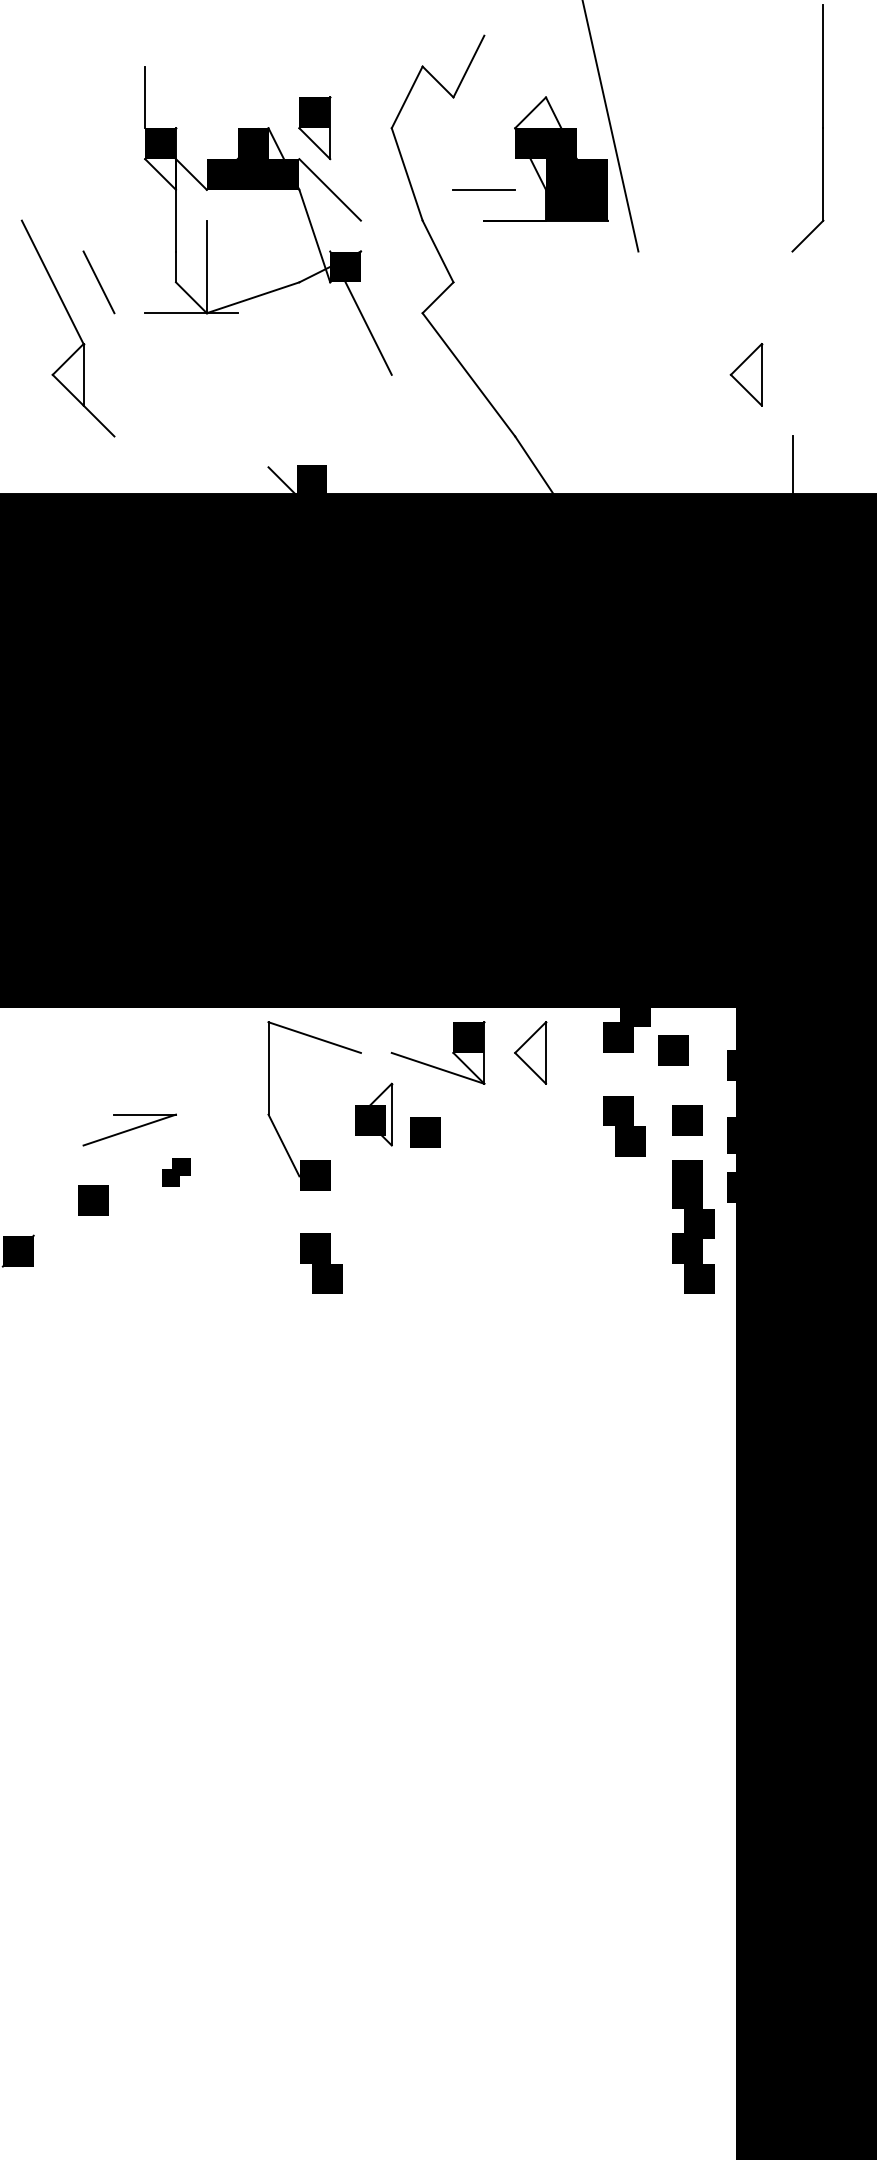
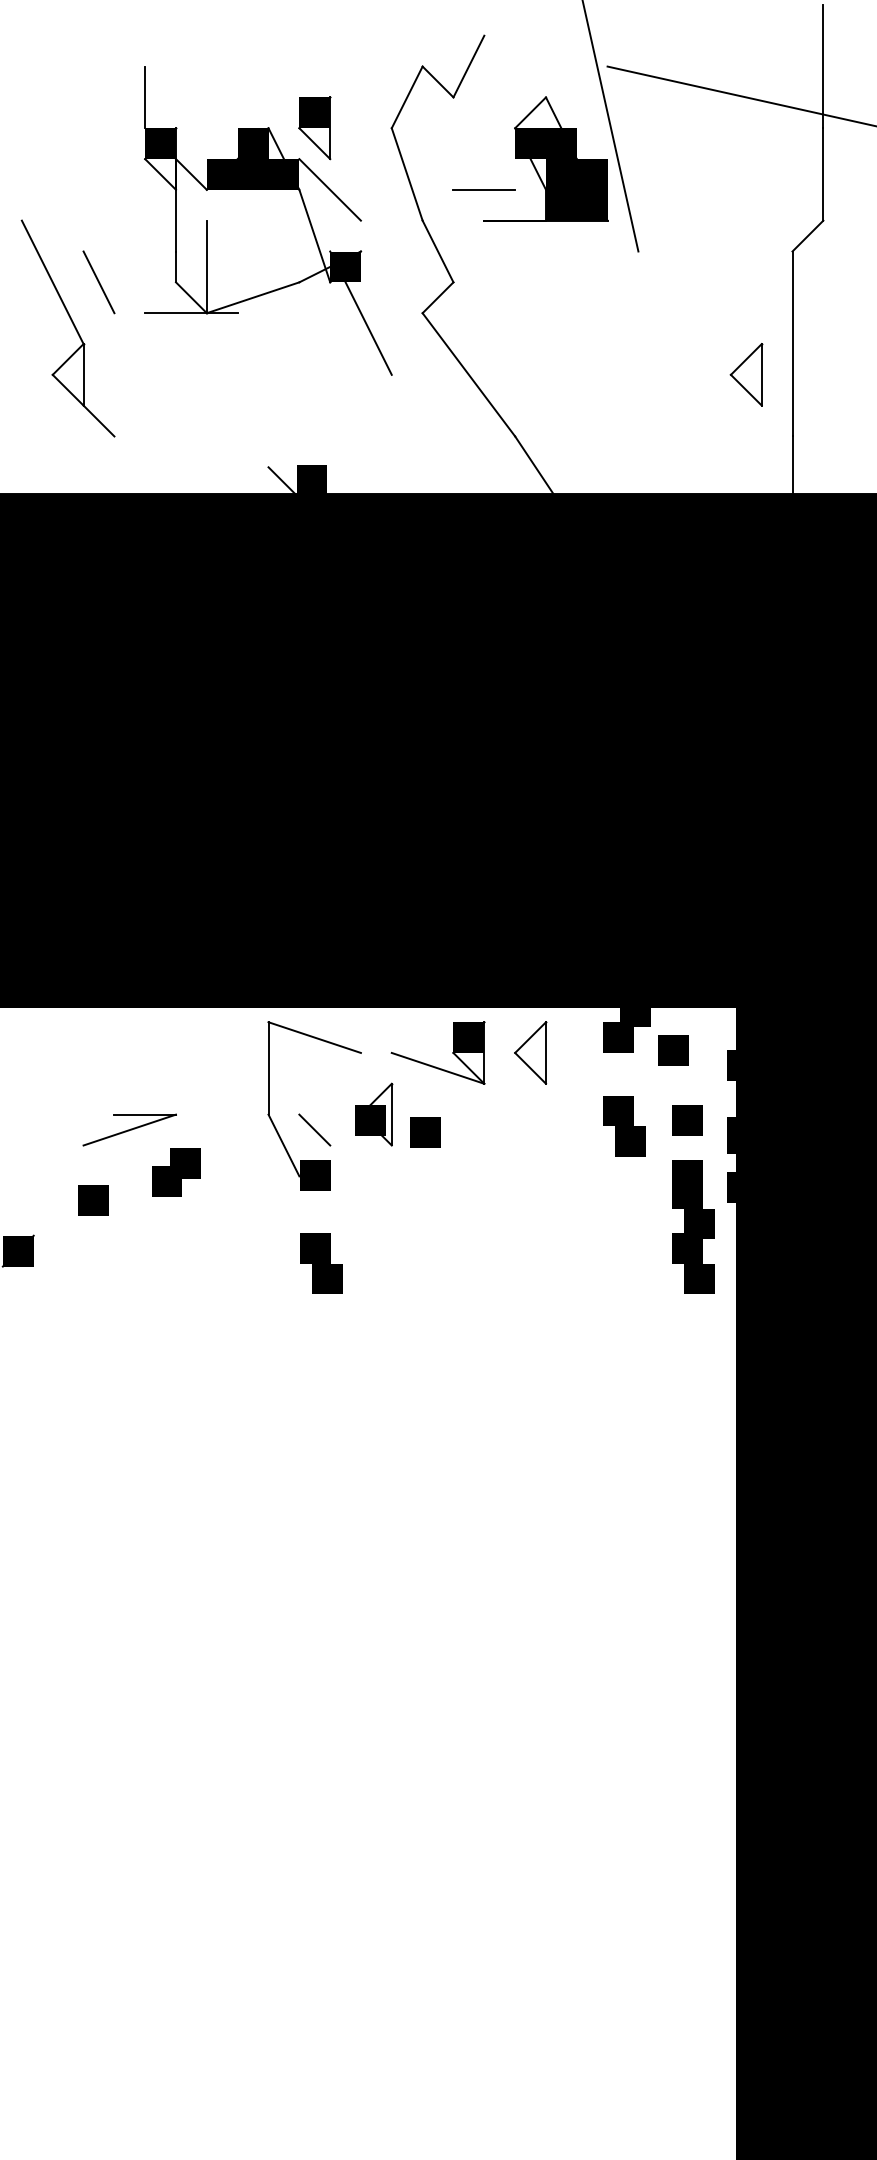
line at (740, 95): none -> present
line at (792, 343): none -> present
line at (314, 1129): none -> present
part at (176, 1172) size: 29x29 px -> 49x49 px
